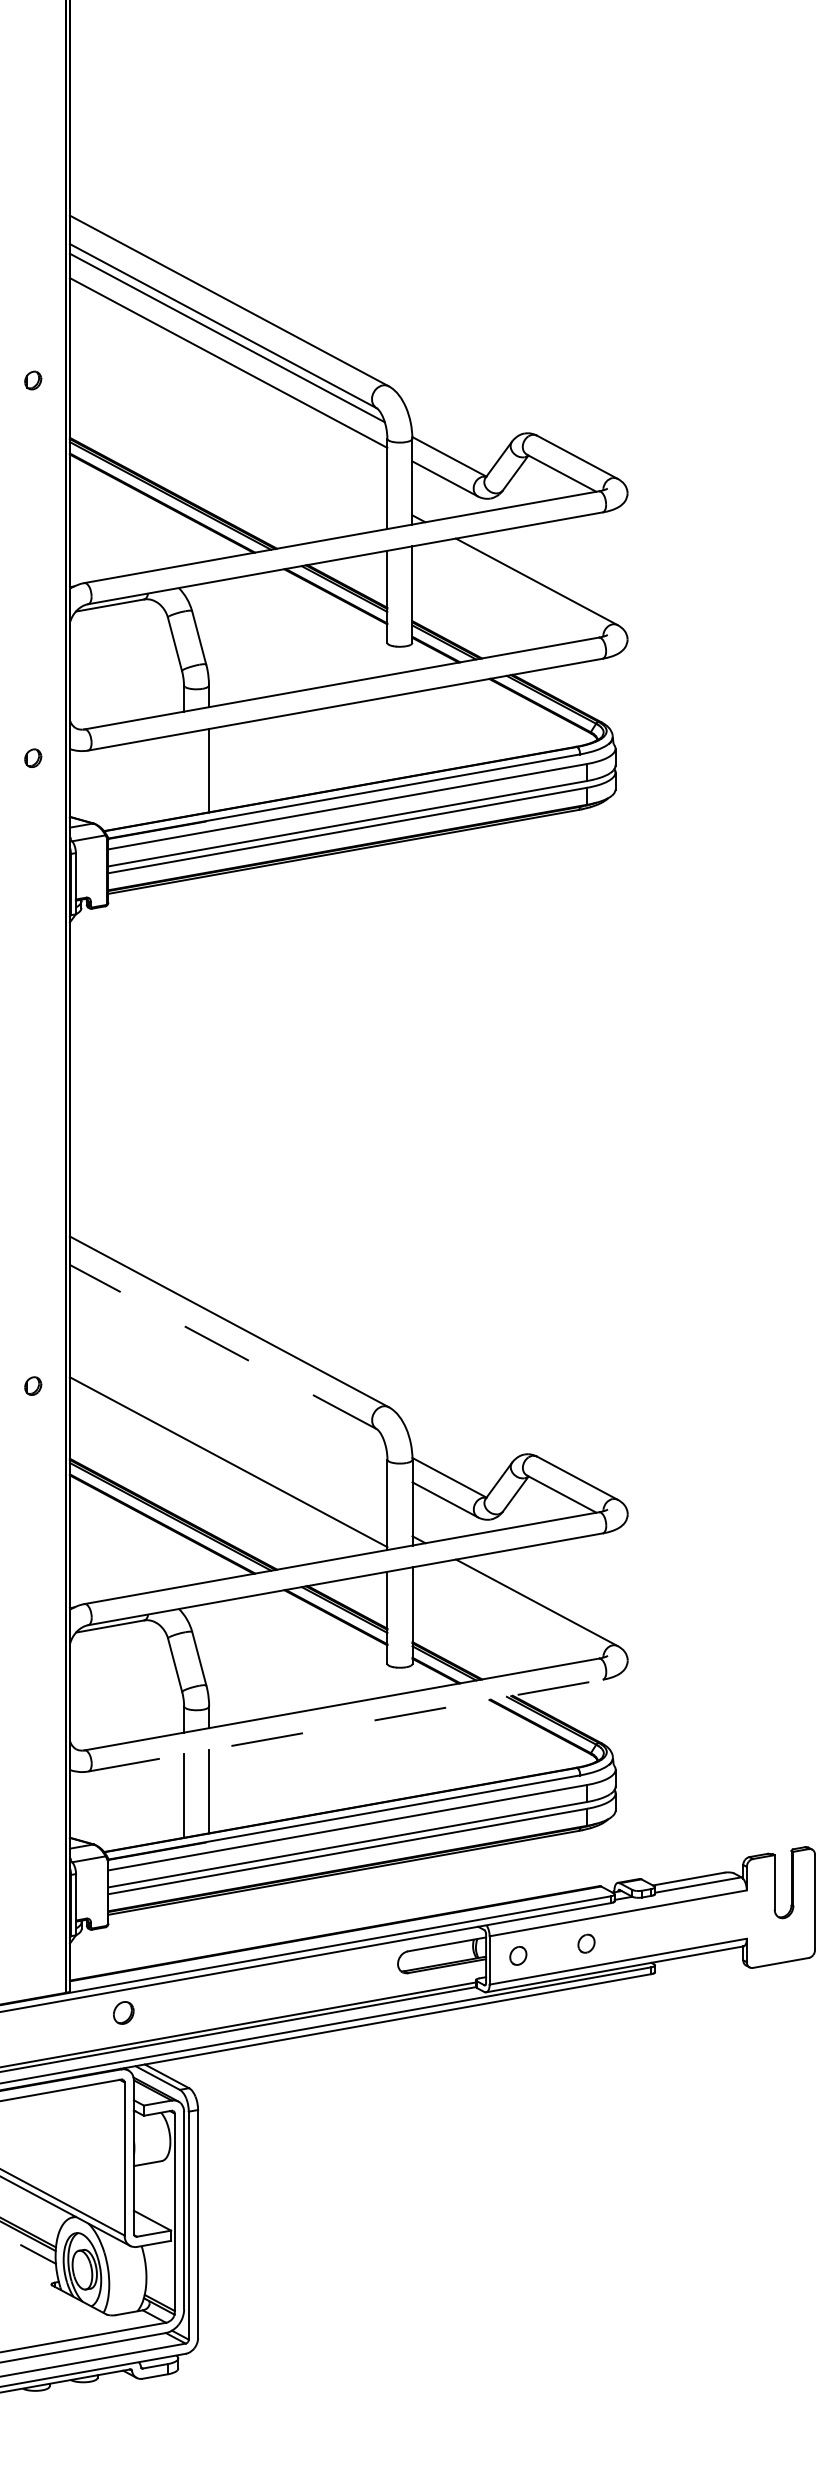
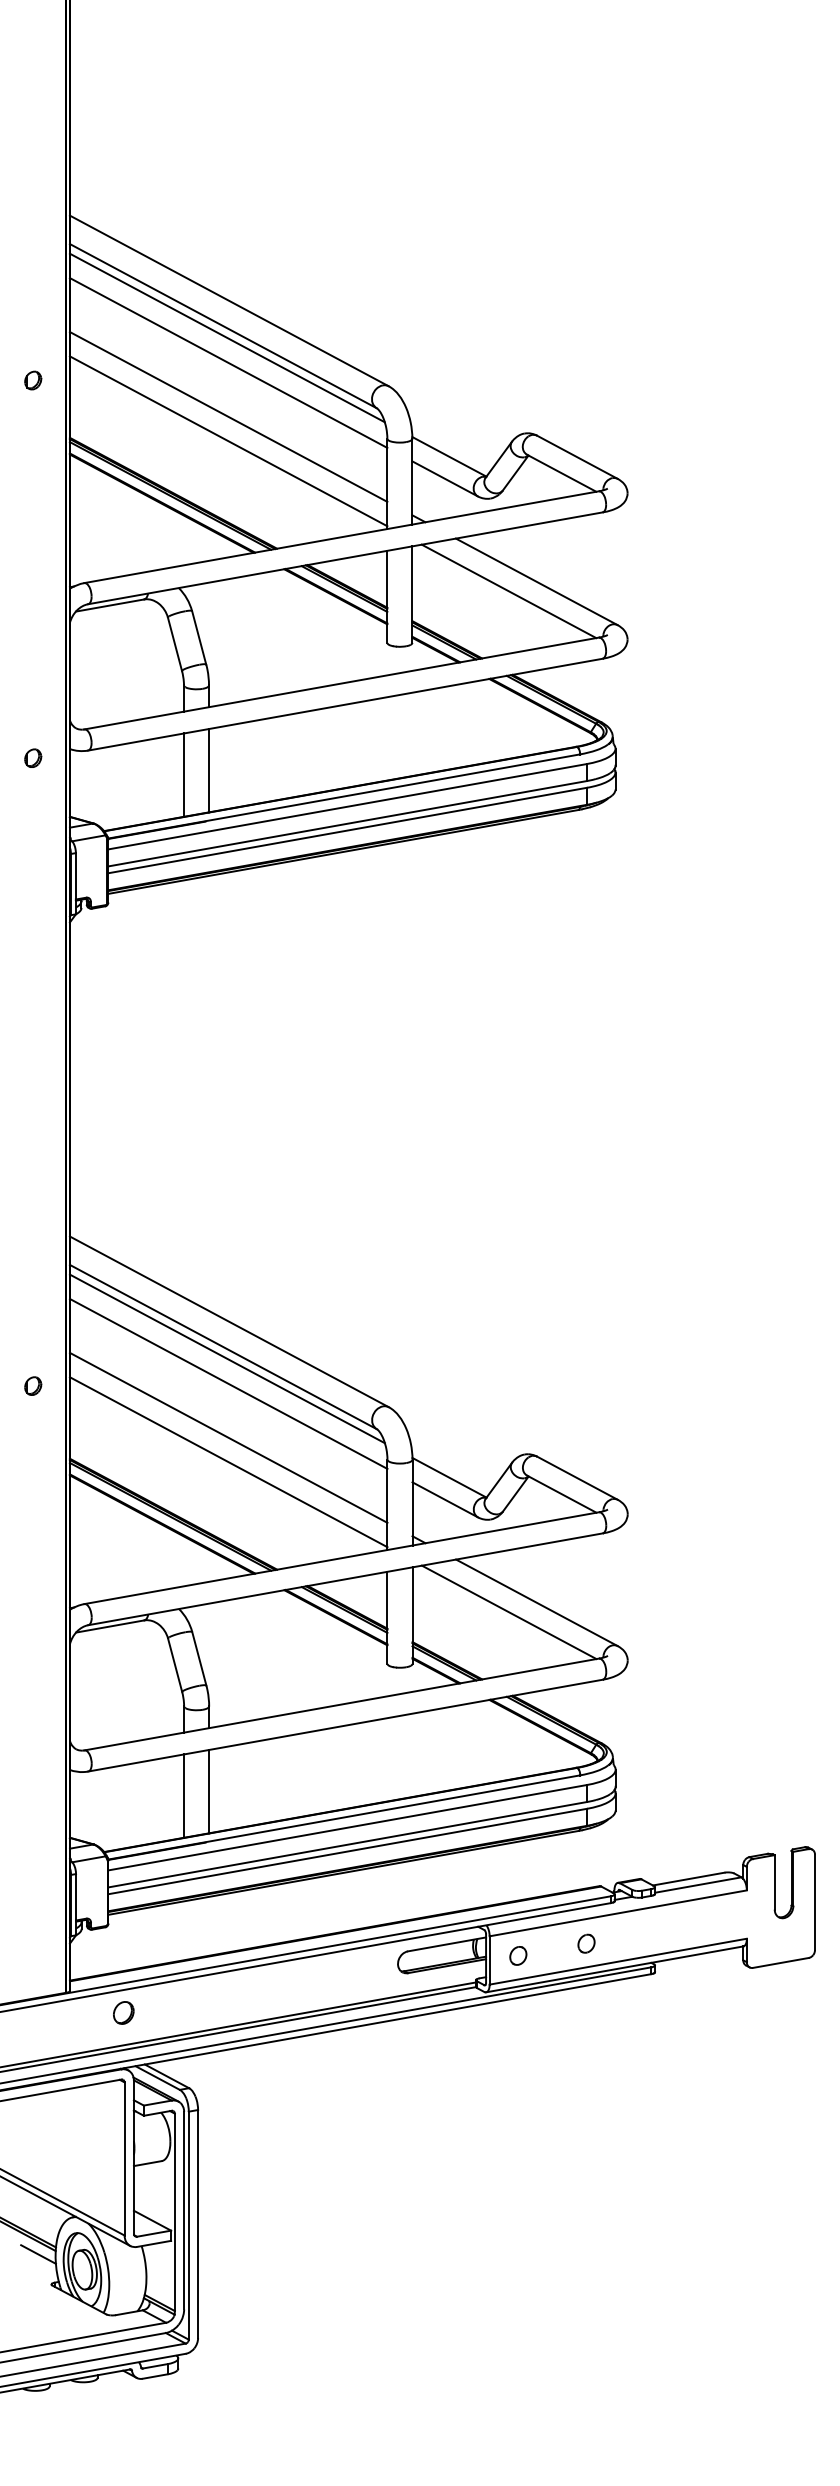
line at (228, 416): none -> present
line at (228, 441): none -> present
line at (508, 591): none -> present
line at (184, 774): none -> present
line at (223, 1346): dashed -> solid
line at (226, 1358): none -> present
line at (228, 1383): none -> present
line at (228, 1437): none -> present
line at (508, 1612): none -> present
line at (346, 1725): dashed -> solid
